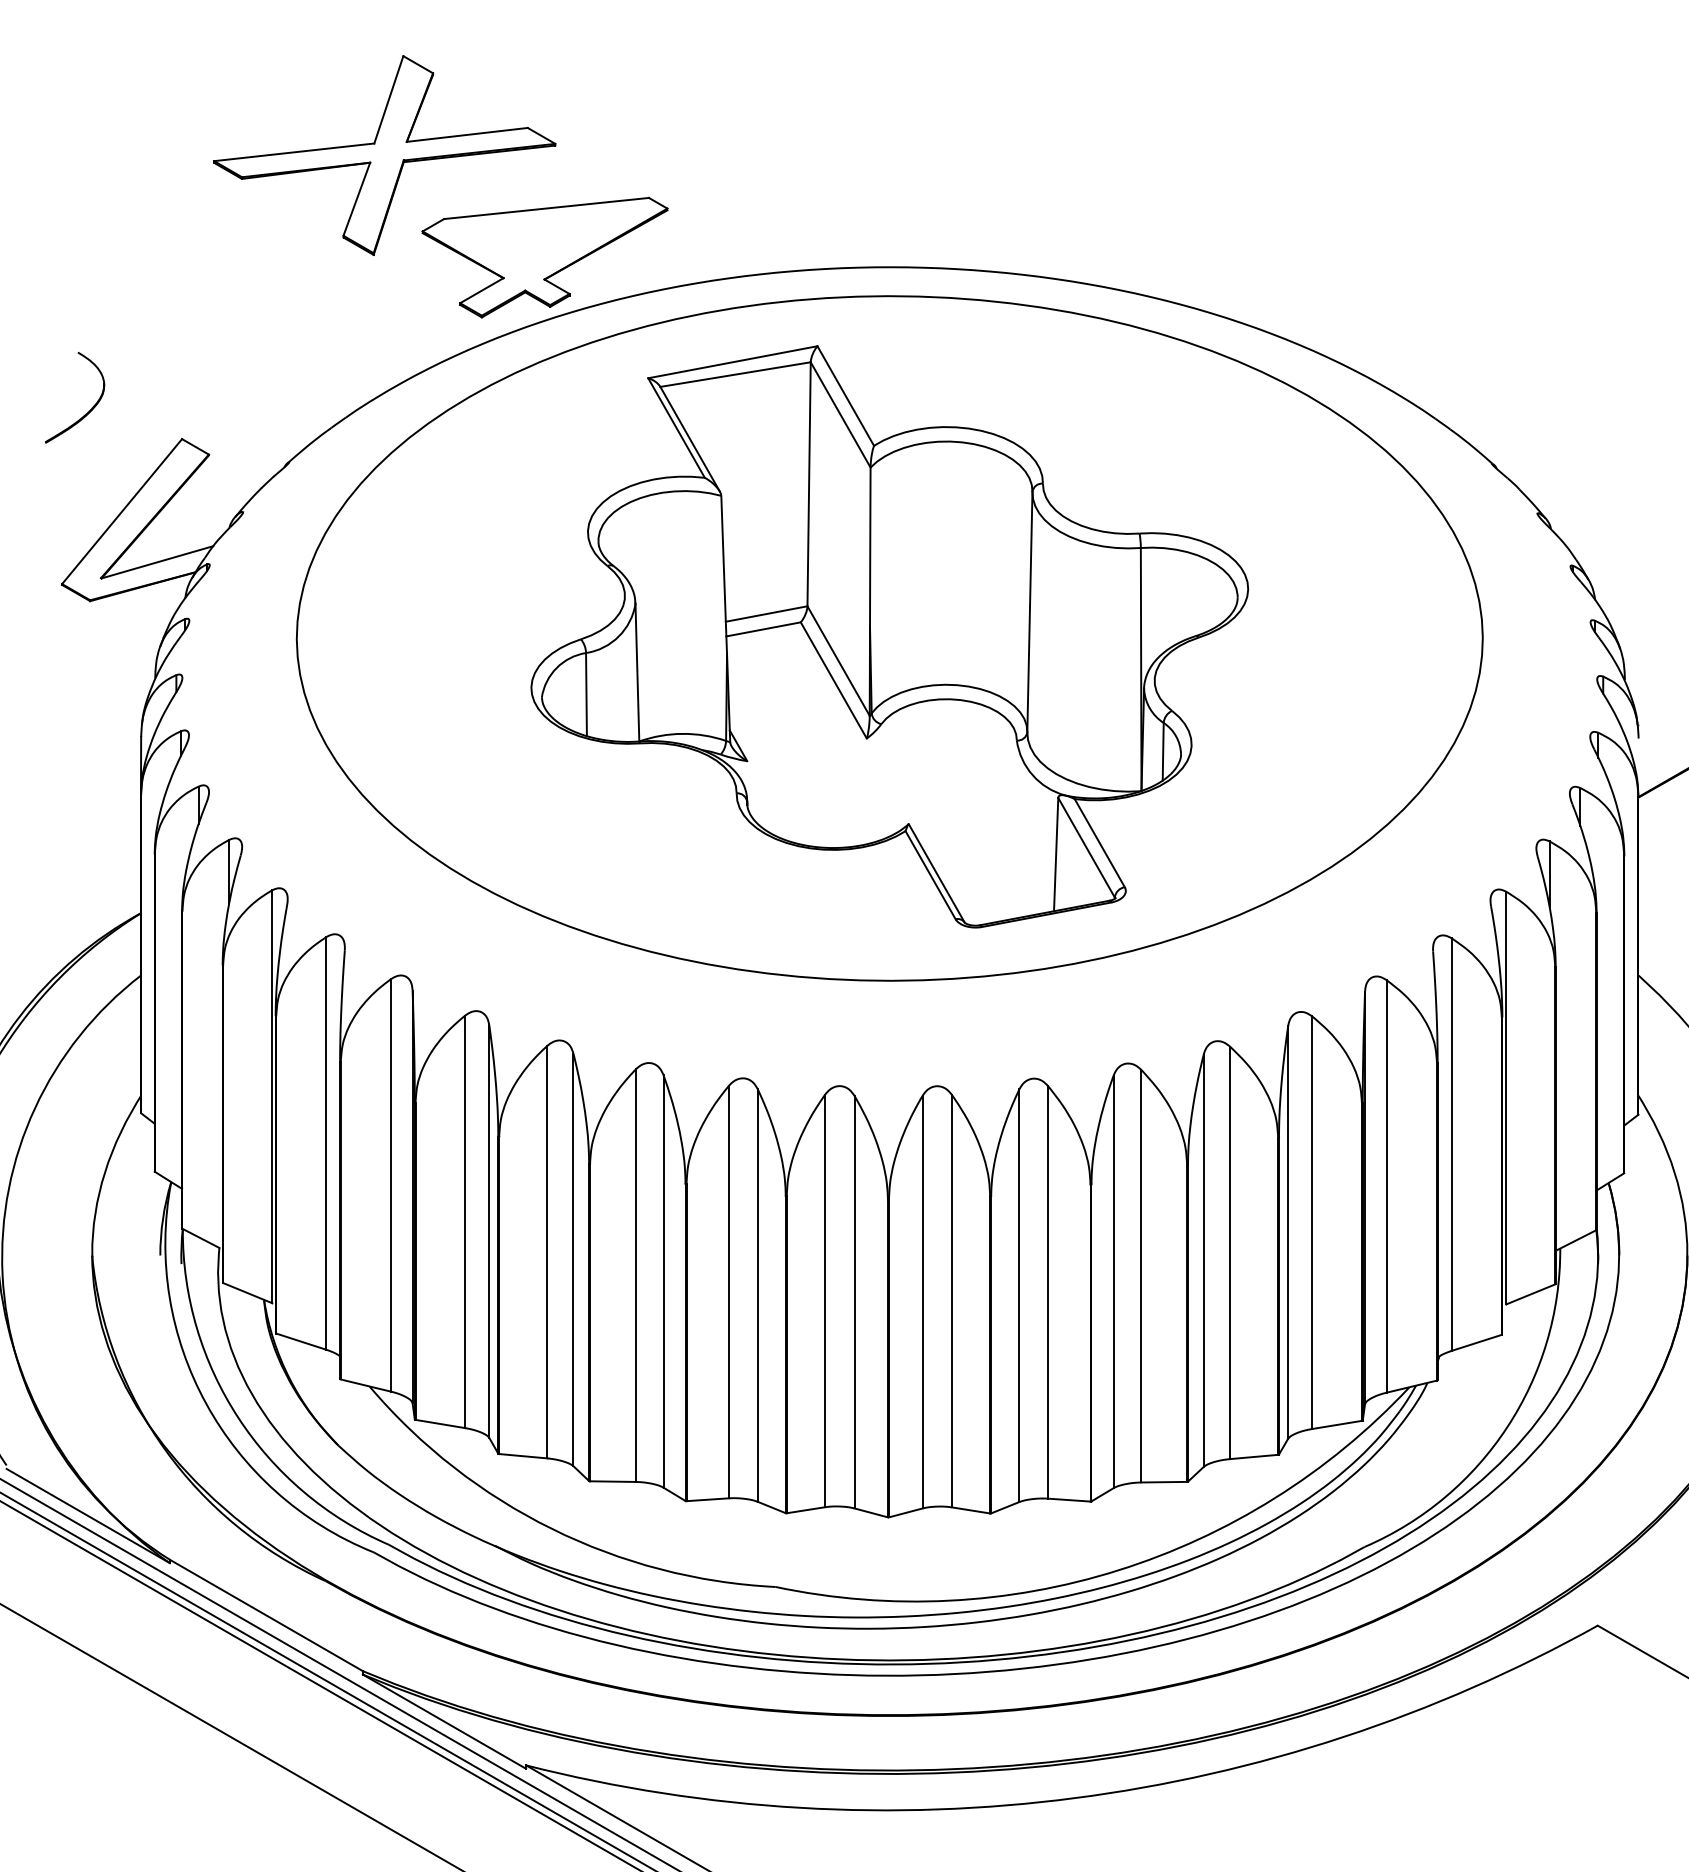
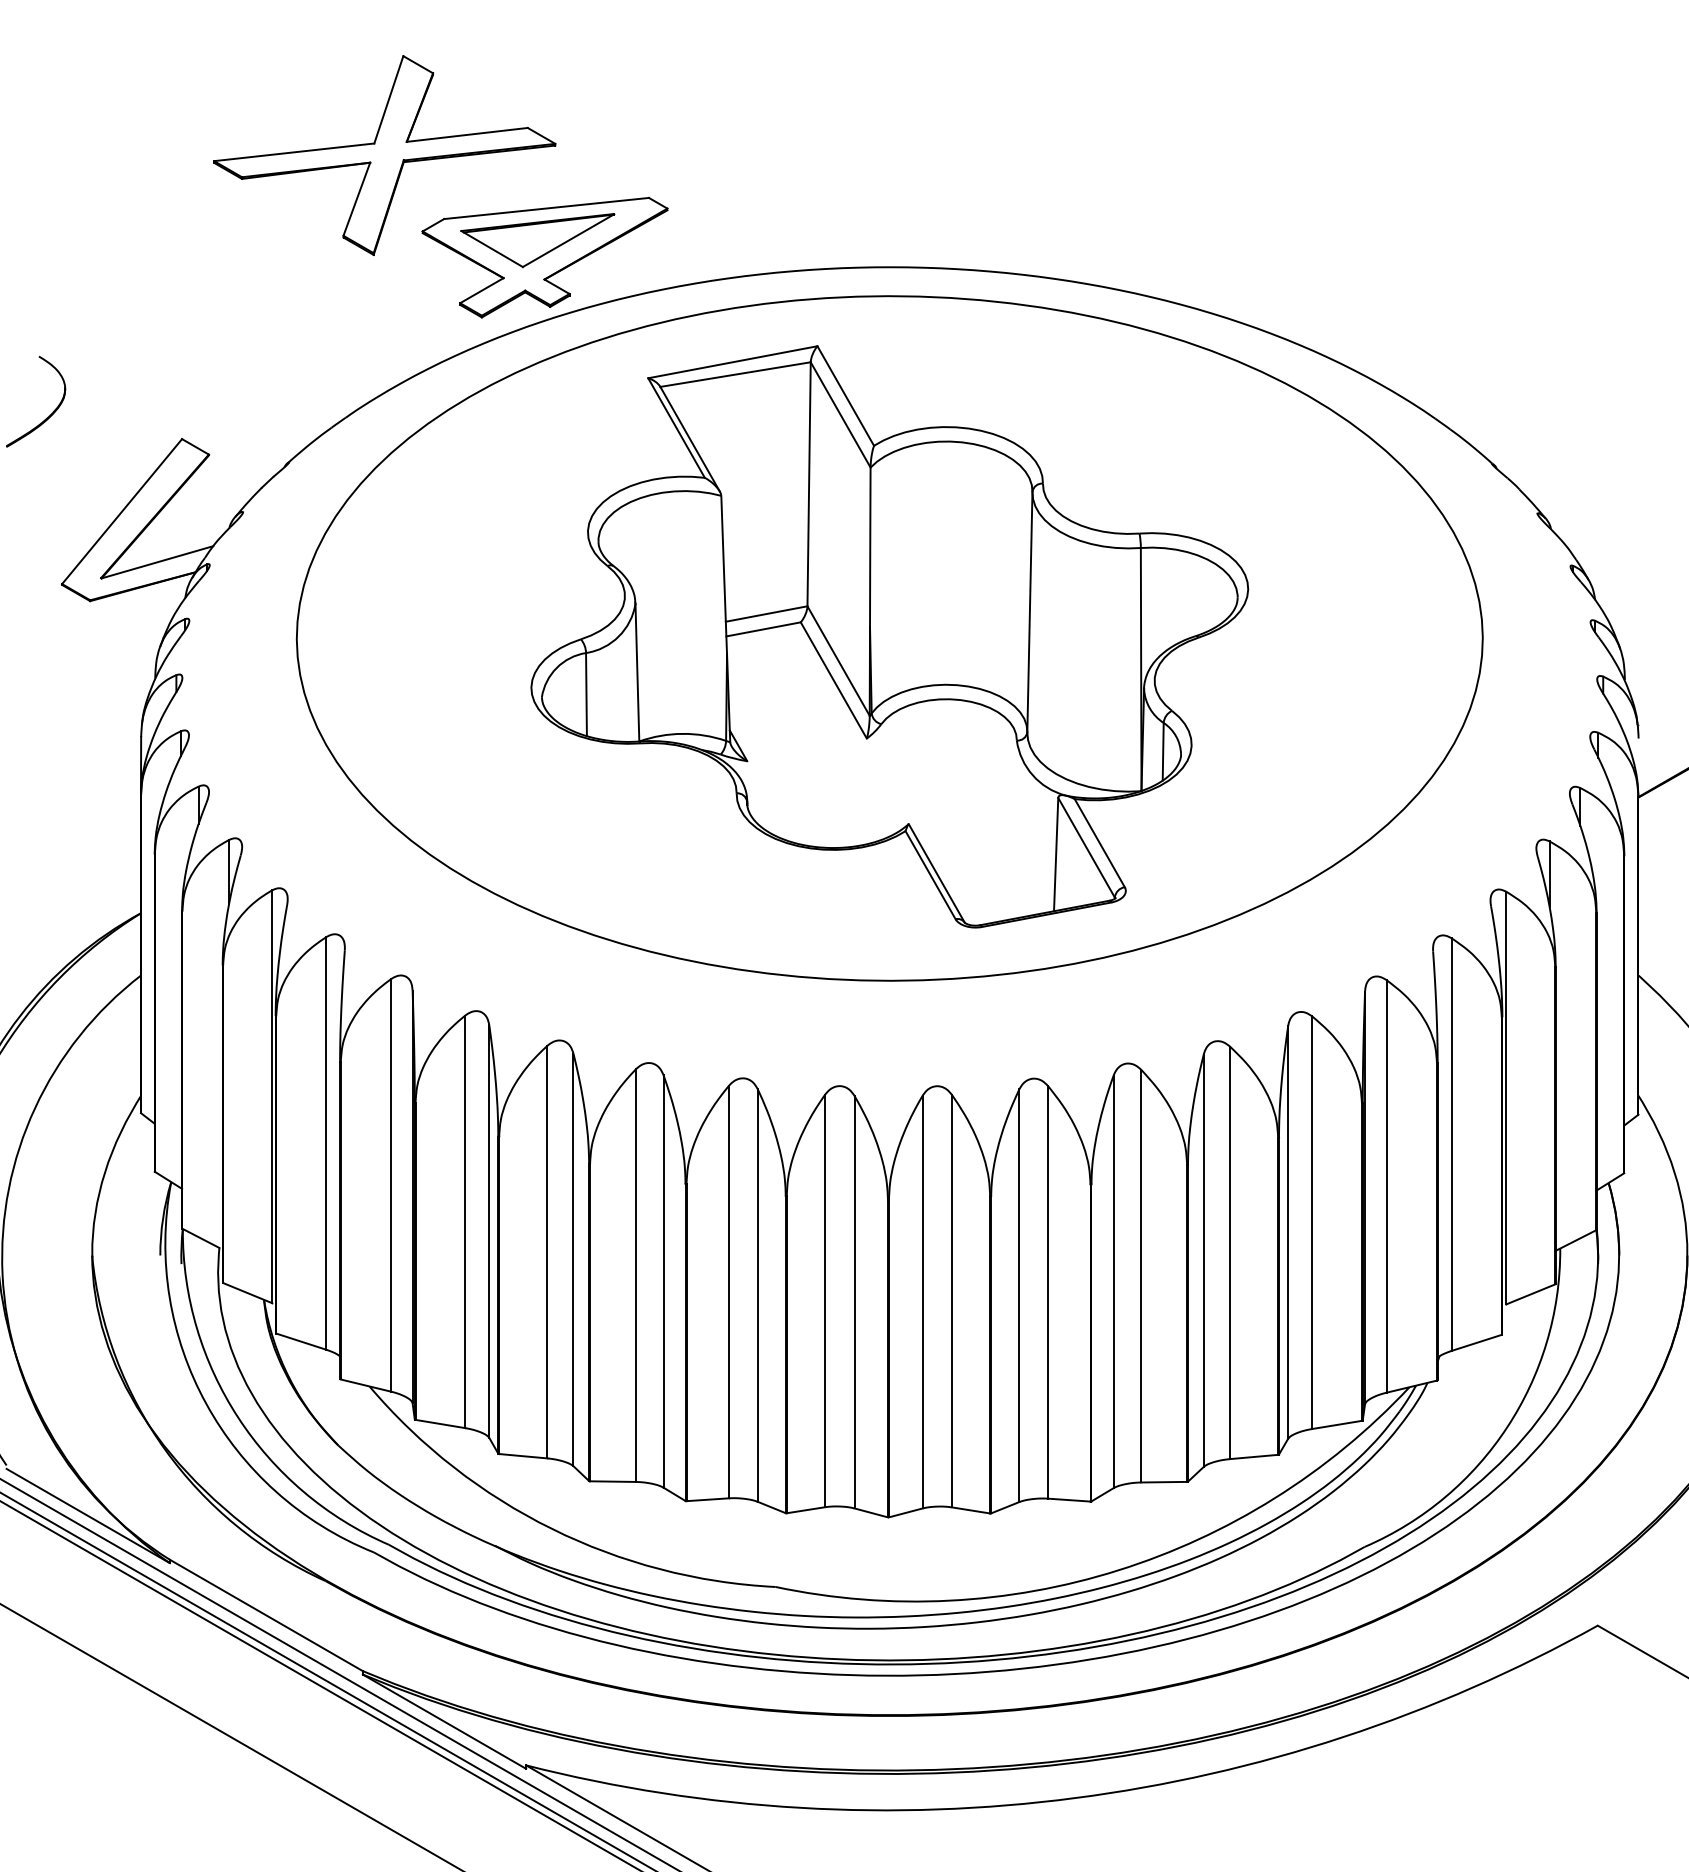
part at (537, 240): none -> present
part at (85, 413) position: (85, 413) -> (46, 417)
